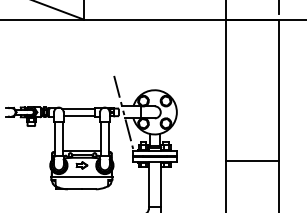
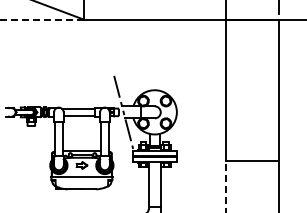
line at (42, 19): solid -> dashed
line at (225, 186): solid -> dashed
